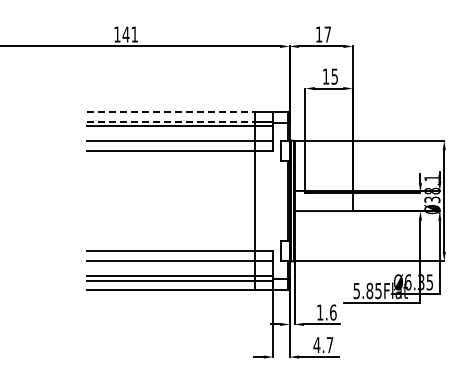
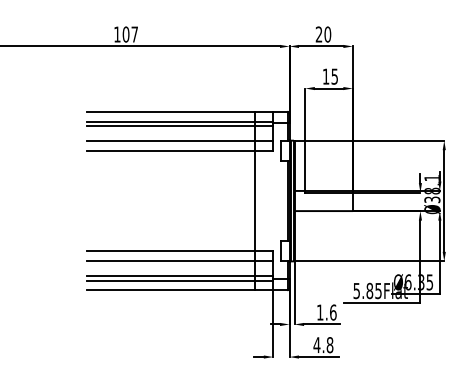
text at (129, 34): 141 -> 107
text at (323, 34): 17 -> 20
line at (170, 112): dashed -> solid
line at (170, 121): dashed -> solid
text at (329, 345): 4.7 -> 4.8
